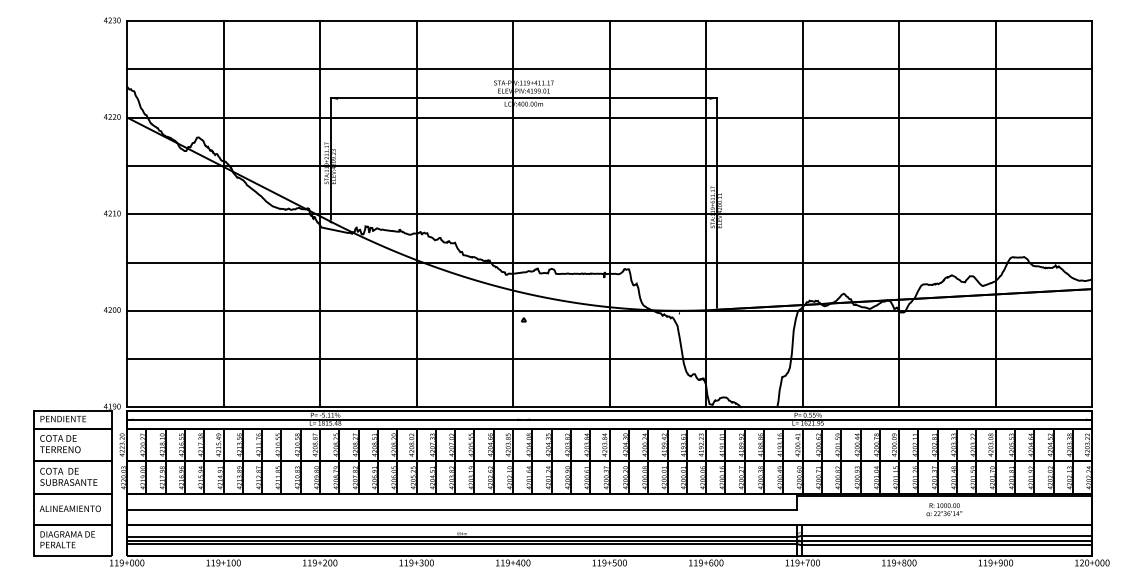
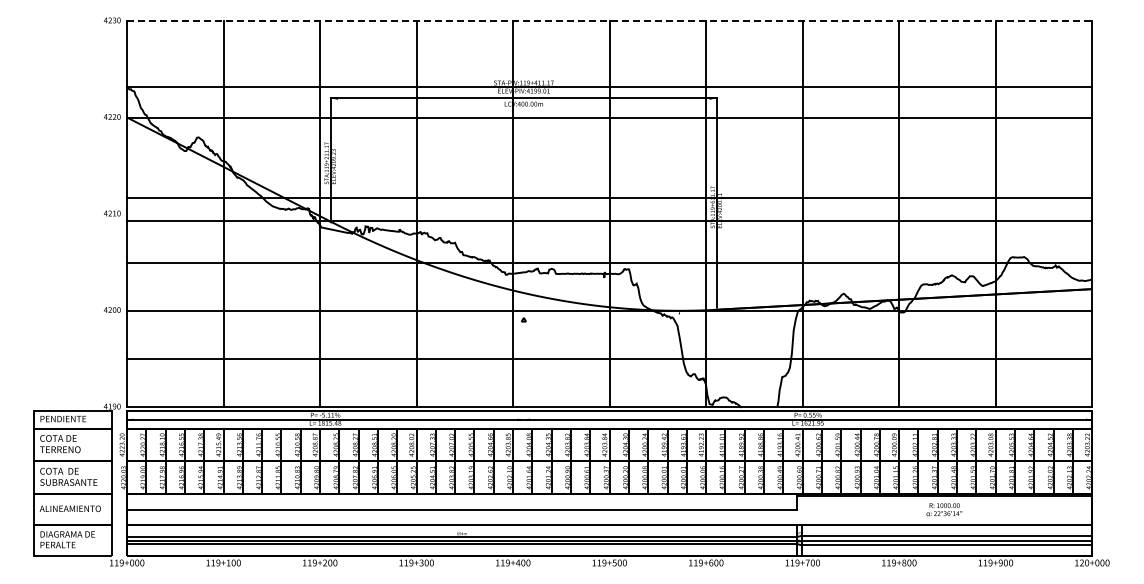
line at (609, 21): solid -> dashed
line at (609, 69) position: (609, 69) -> (609, 87)
line at (609, 166) position: (609, 166) -> (609, 198)
line at (609, 214) position: (609, 214) -> (609, 221)
